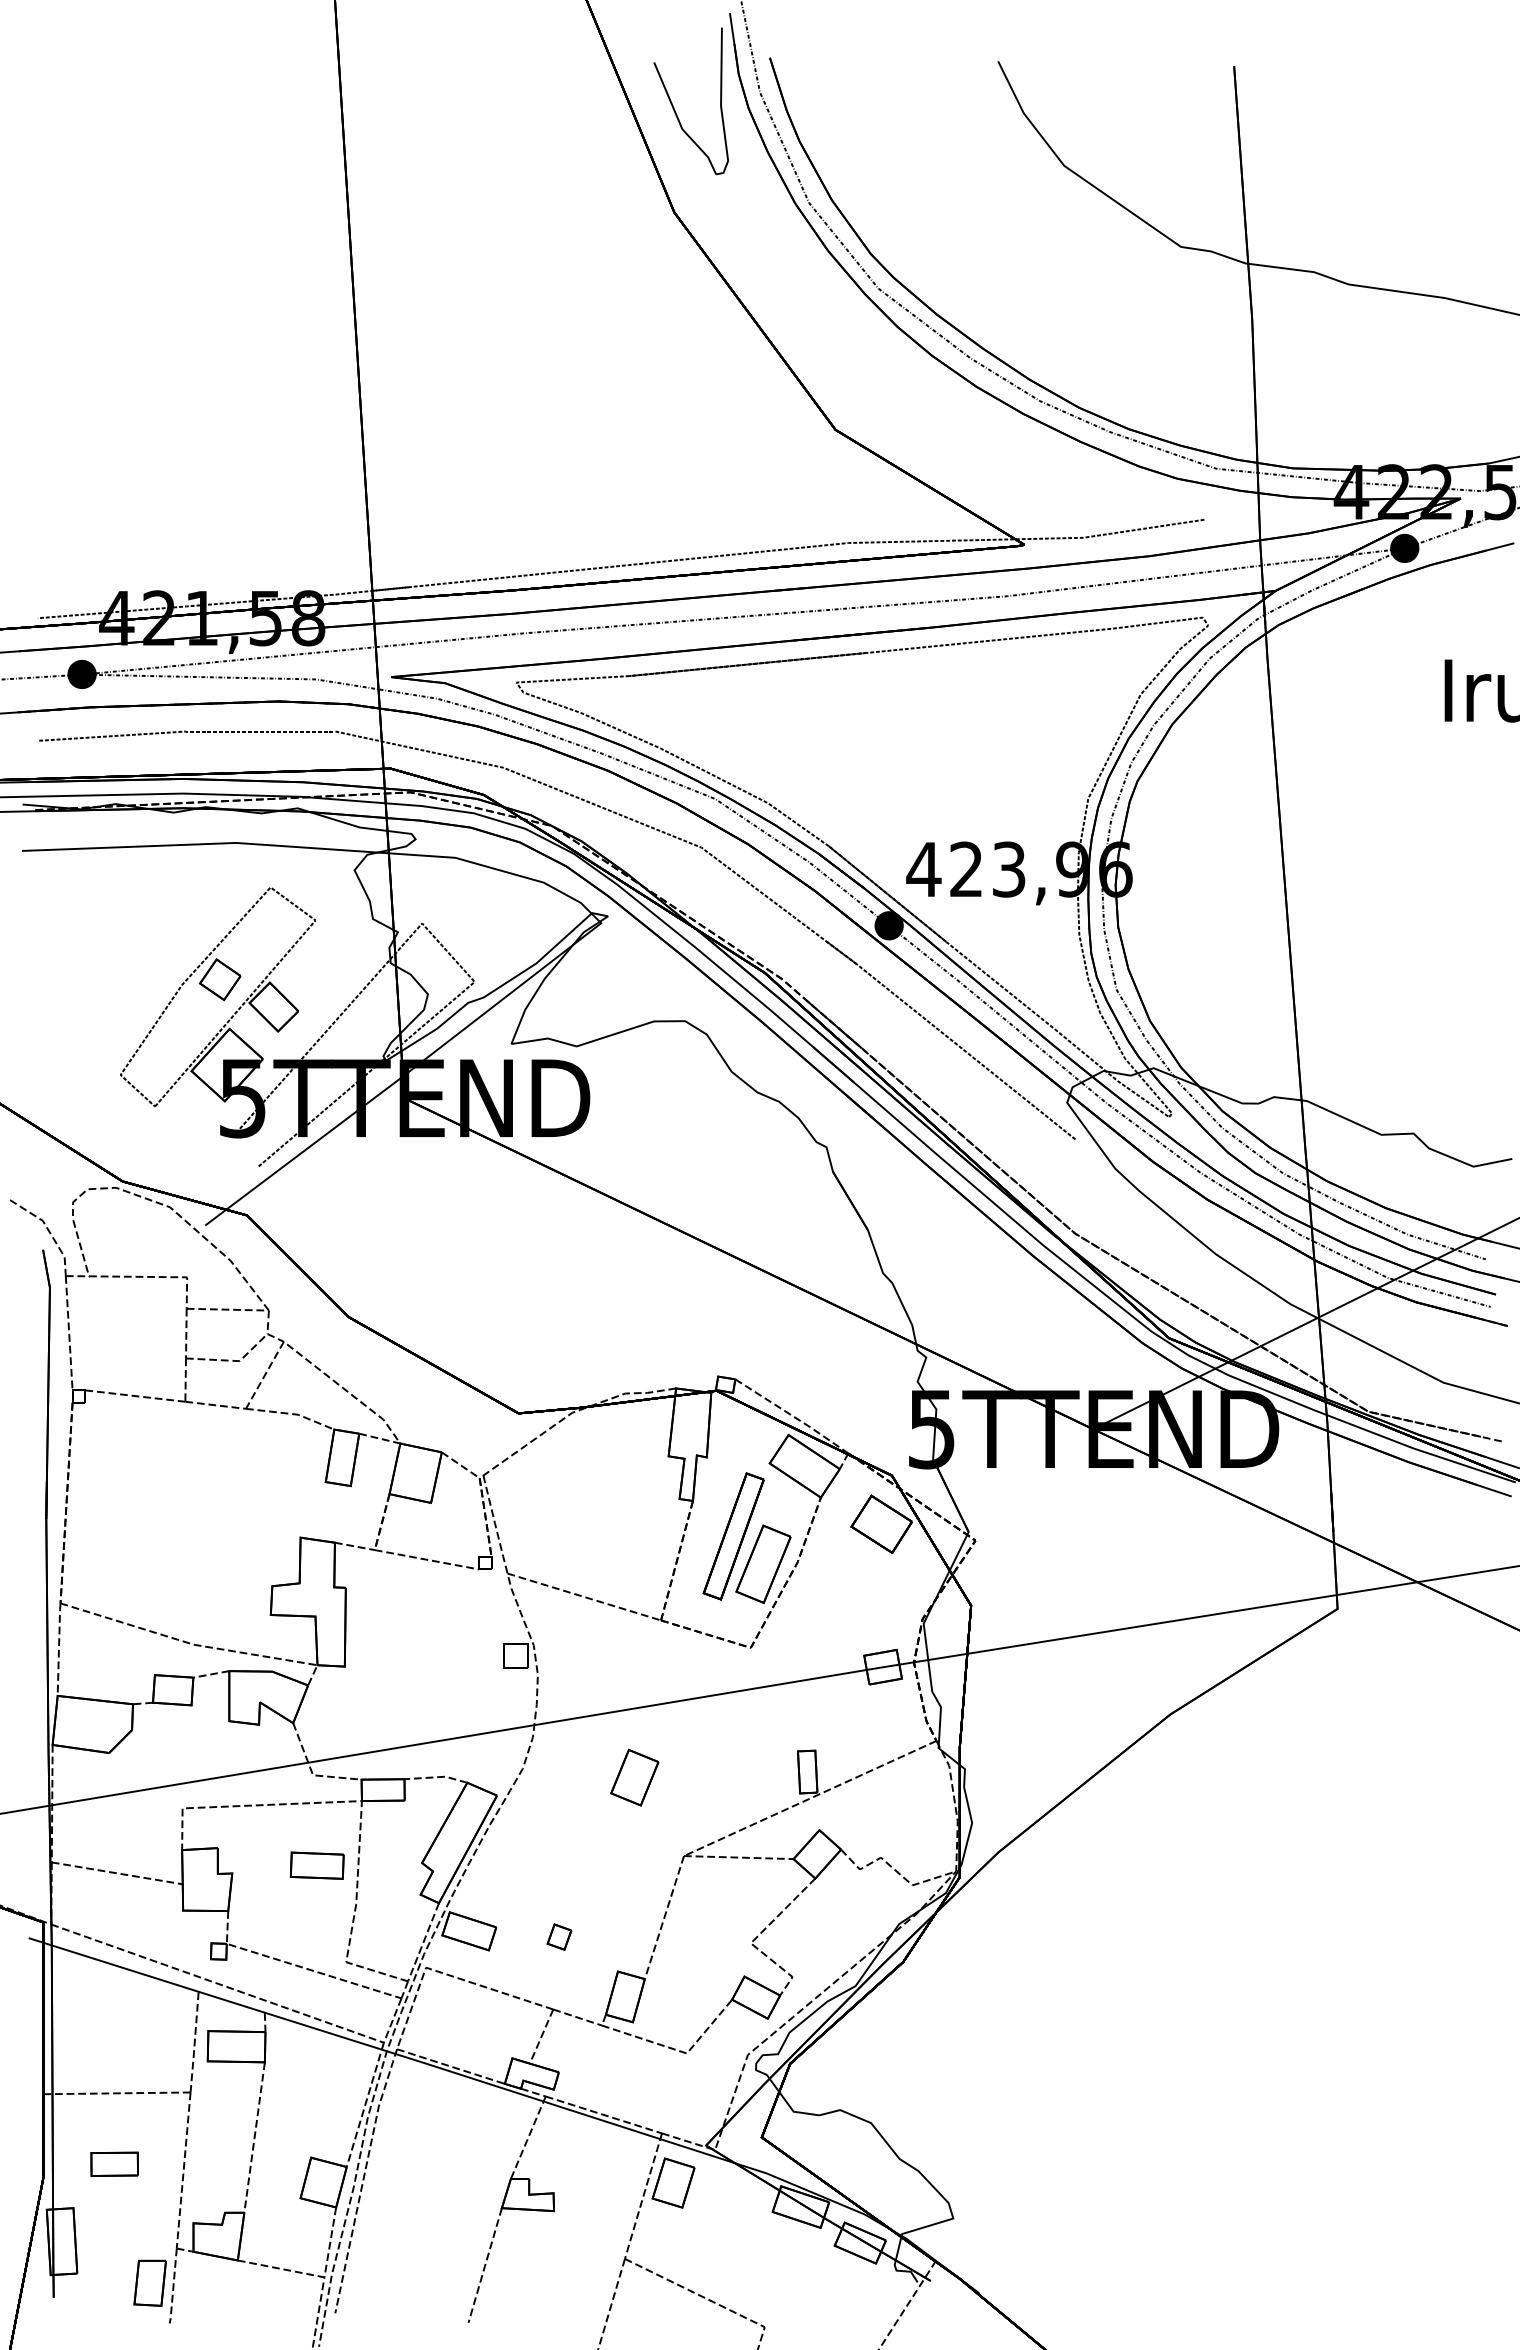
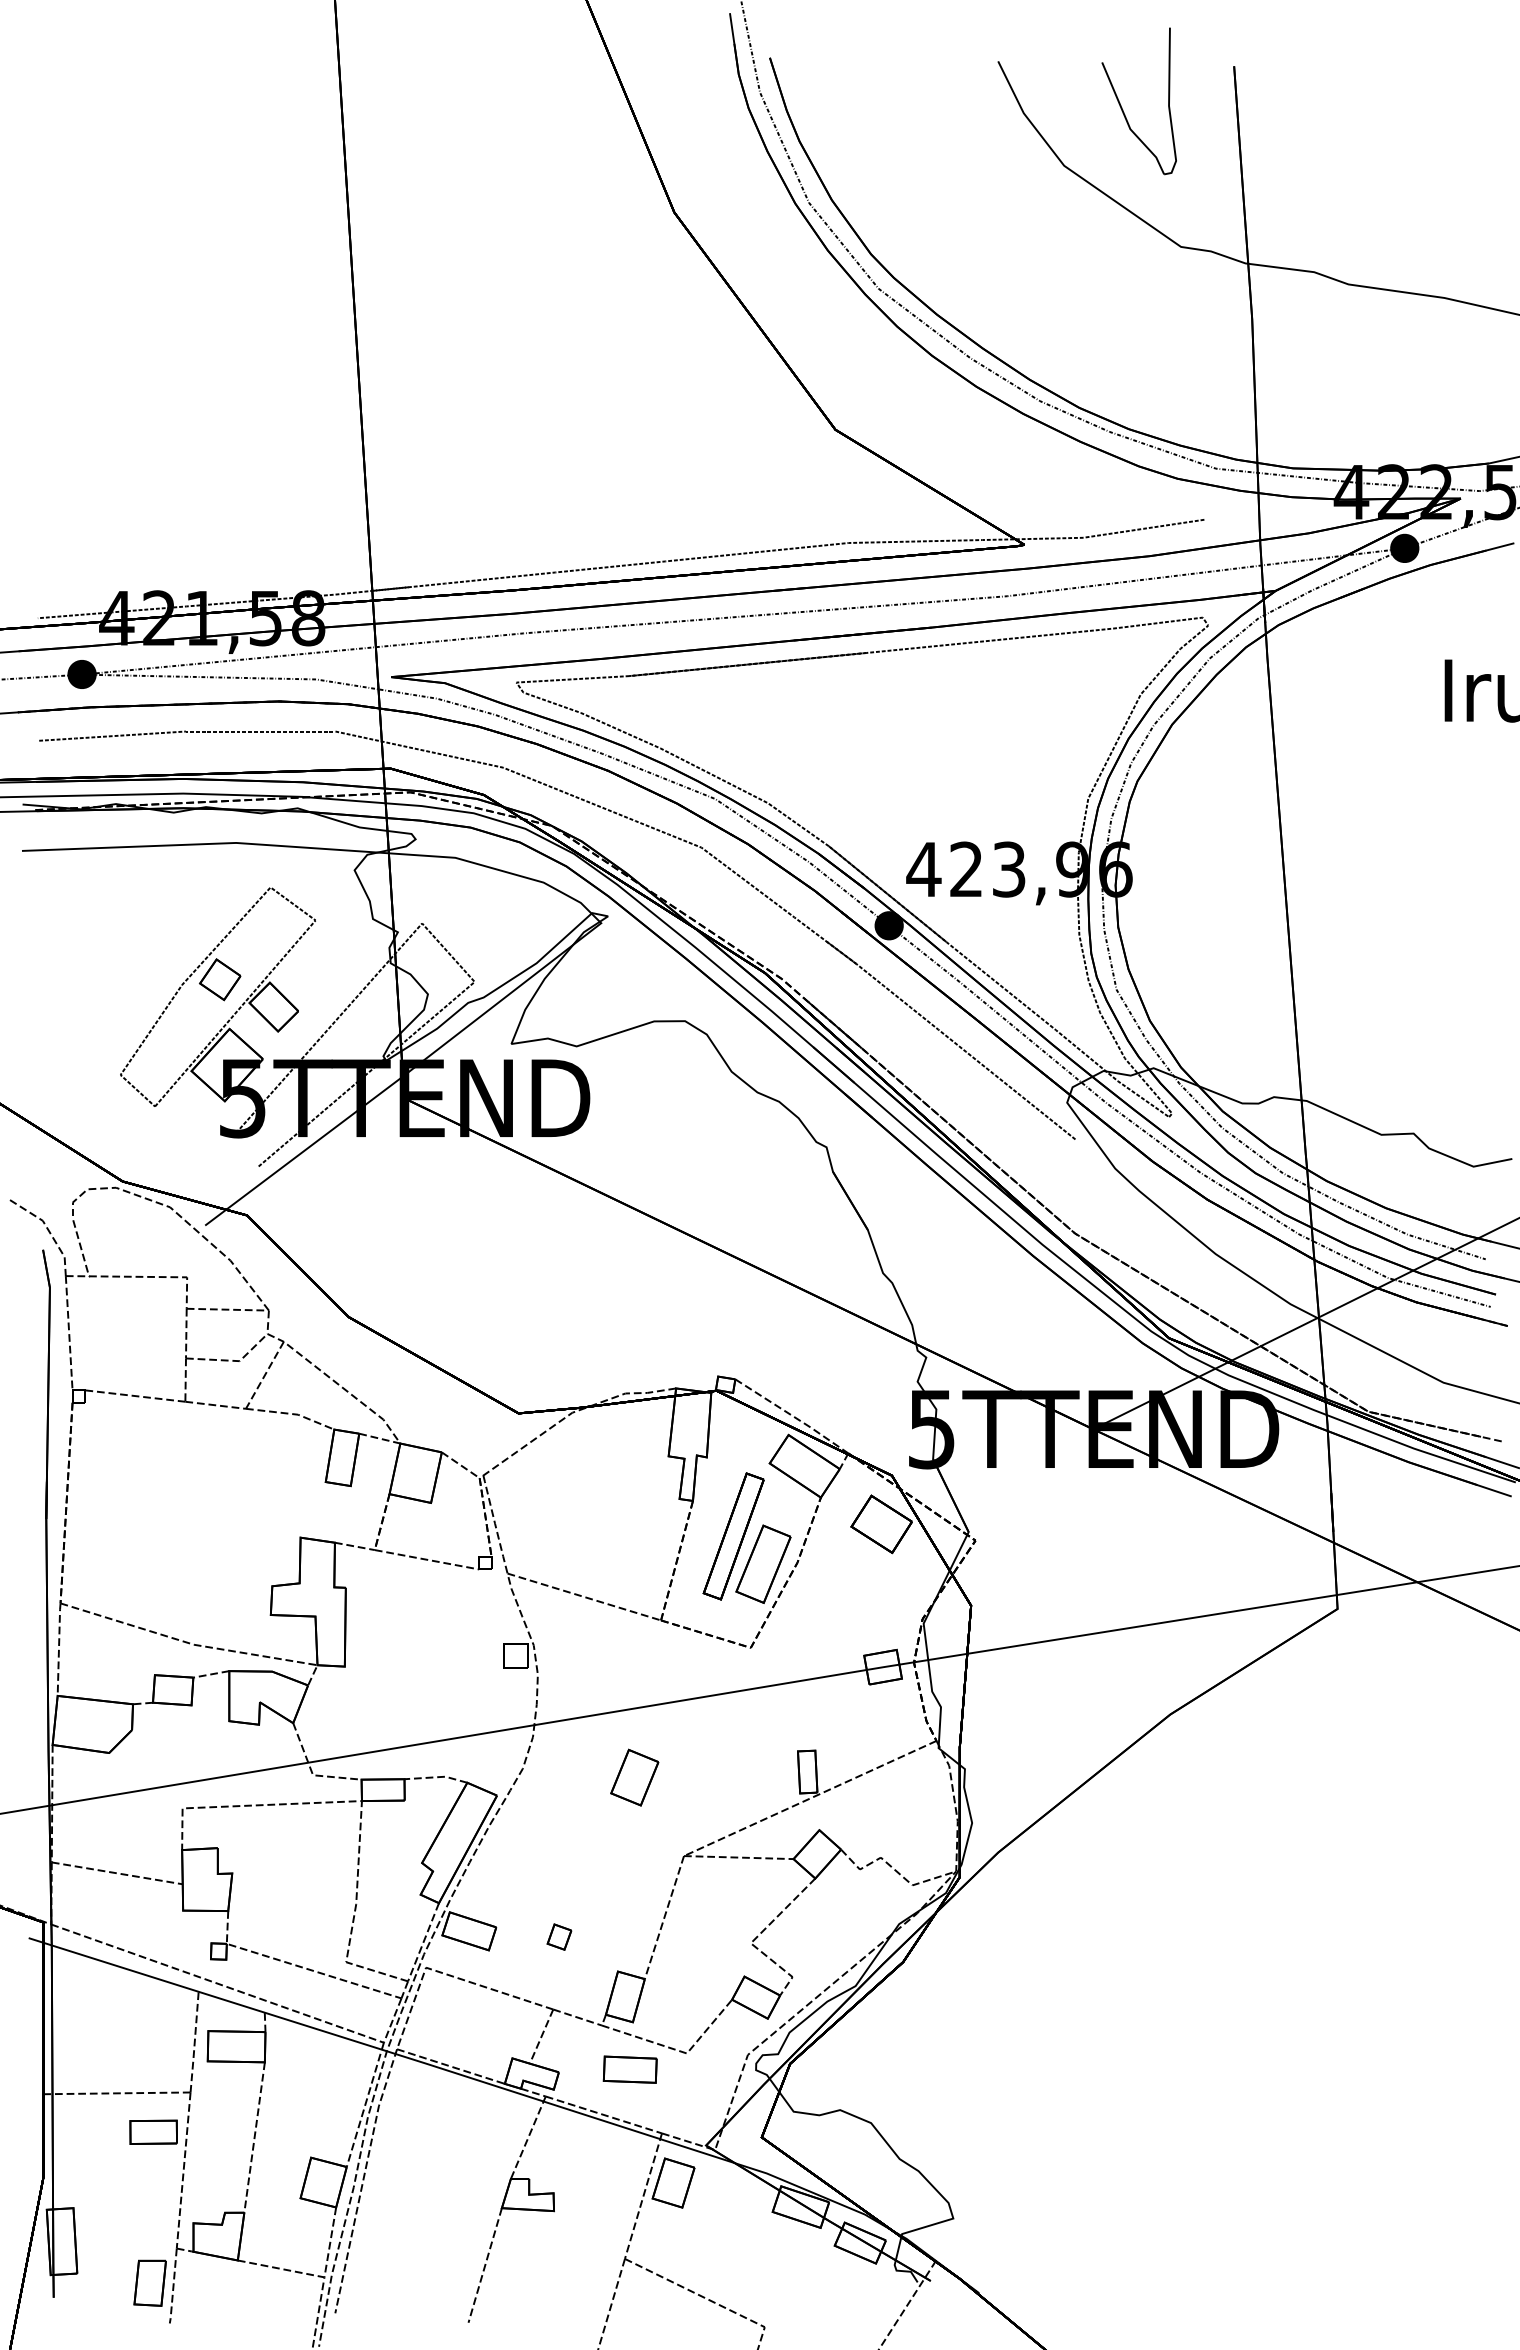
part at (674, 107) position: (674, 107) -> (1122, 107)
part at (316, 1865) position: (316, 1865) -> (629, 2069)
part at (114, 2163) position: (114, 2163) -> (153, 2131)
